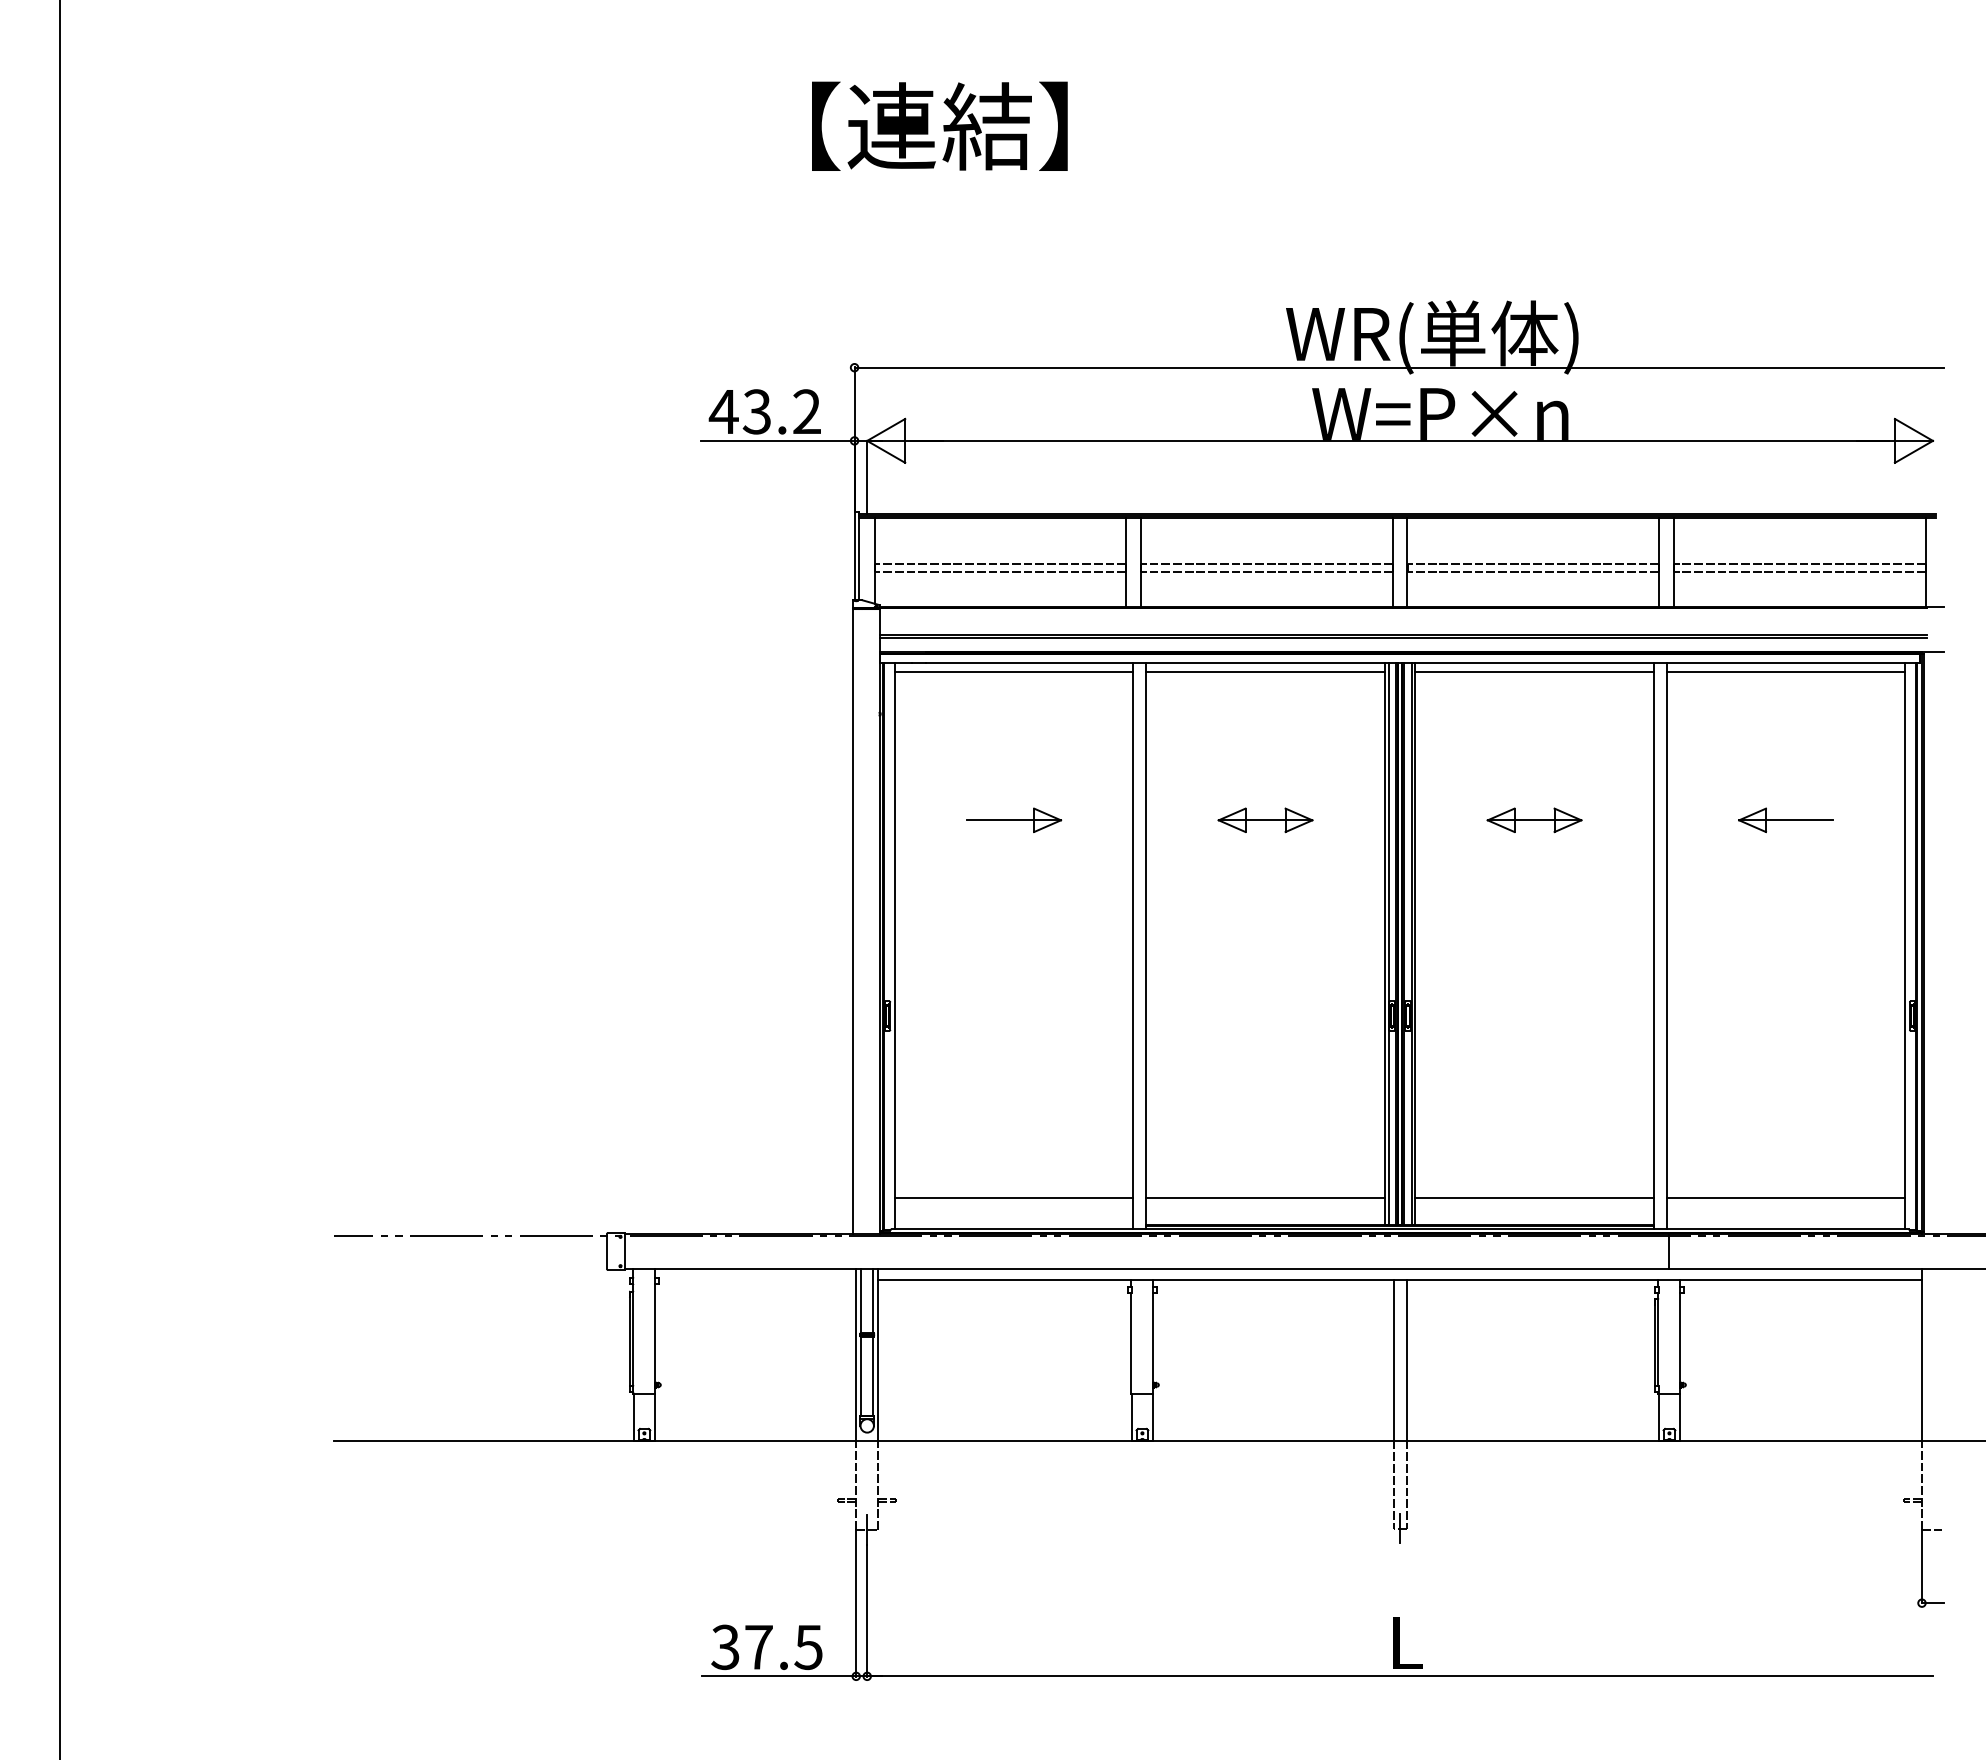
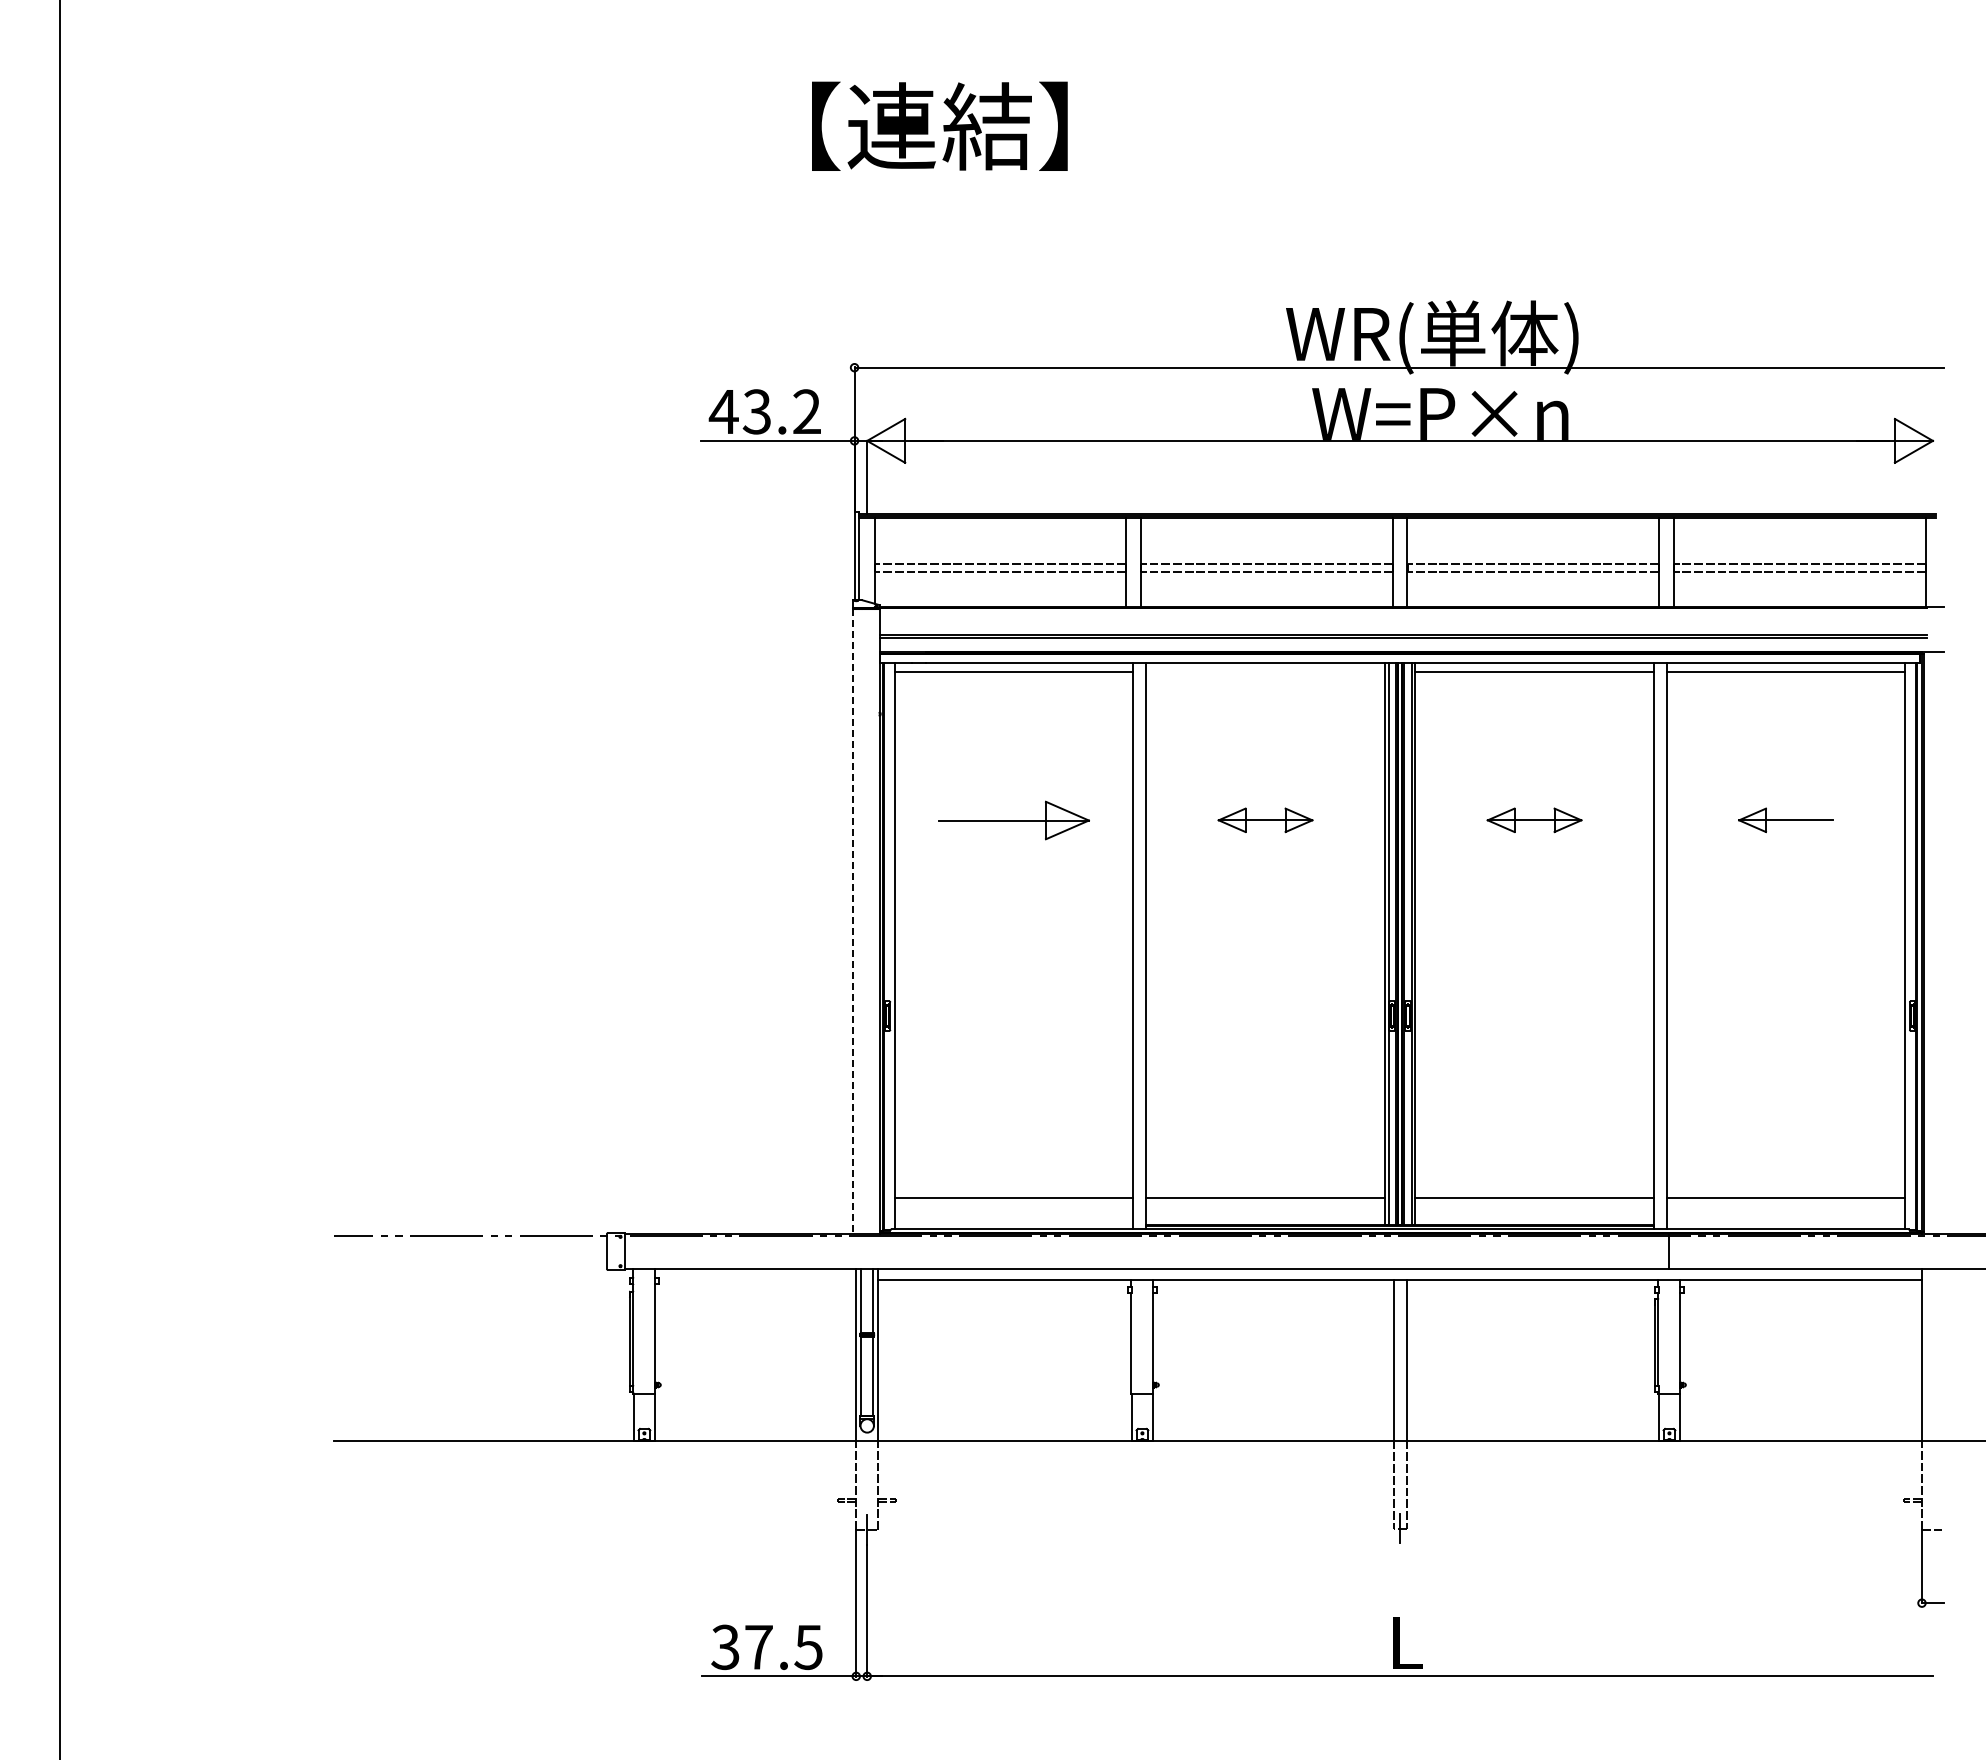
line at (1265, 672): present -> none
part at (1014, 819) size: 97x26 px -> 152x41 px
line at (853, 921): solid -> dashed
